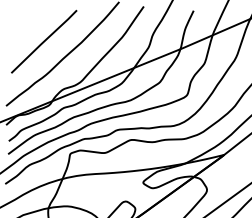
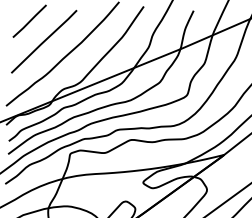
line at (29, 20): none -> present
